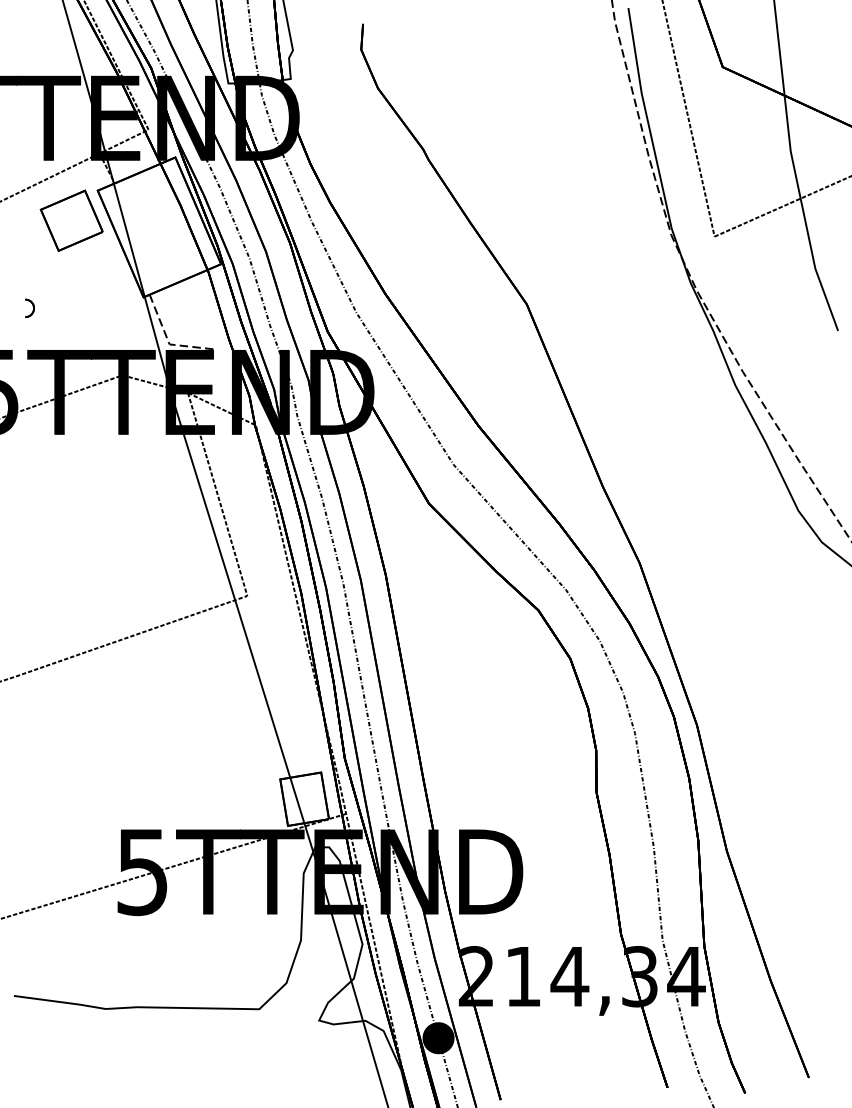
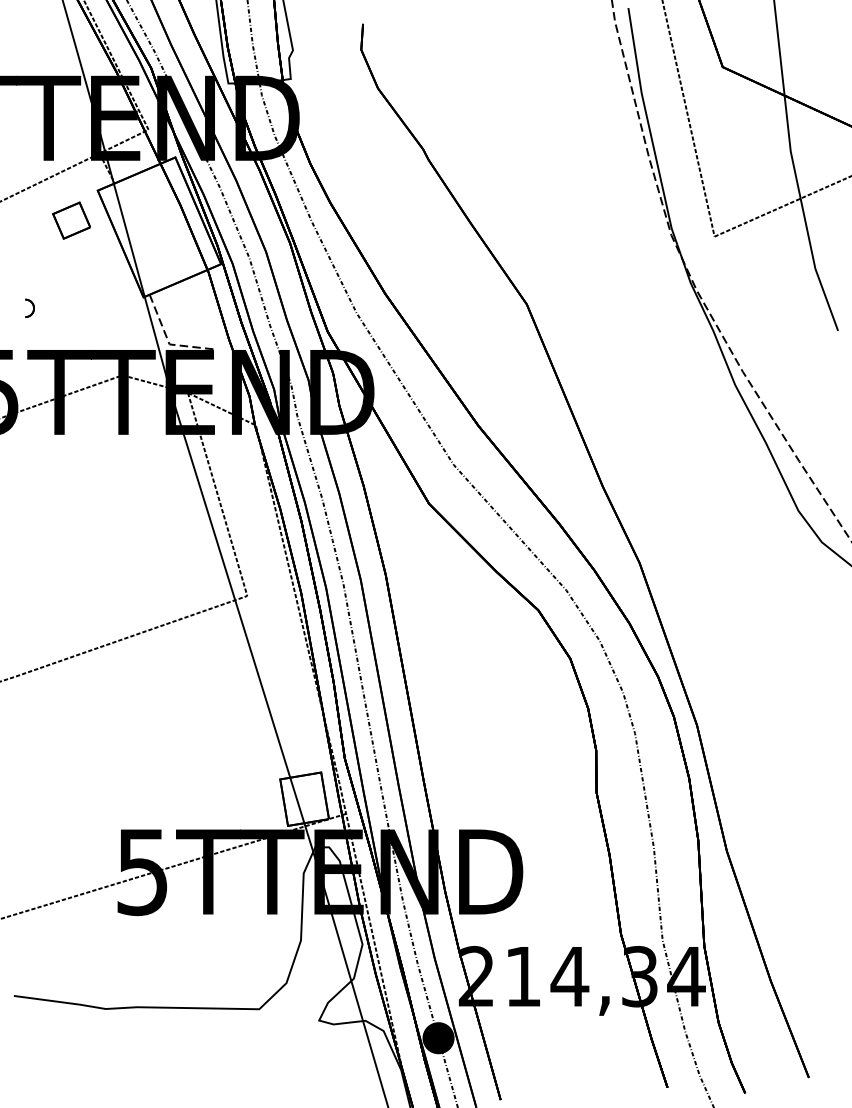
part at (71, 220) size: 65x63 px -> 39x39 px
